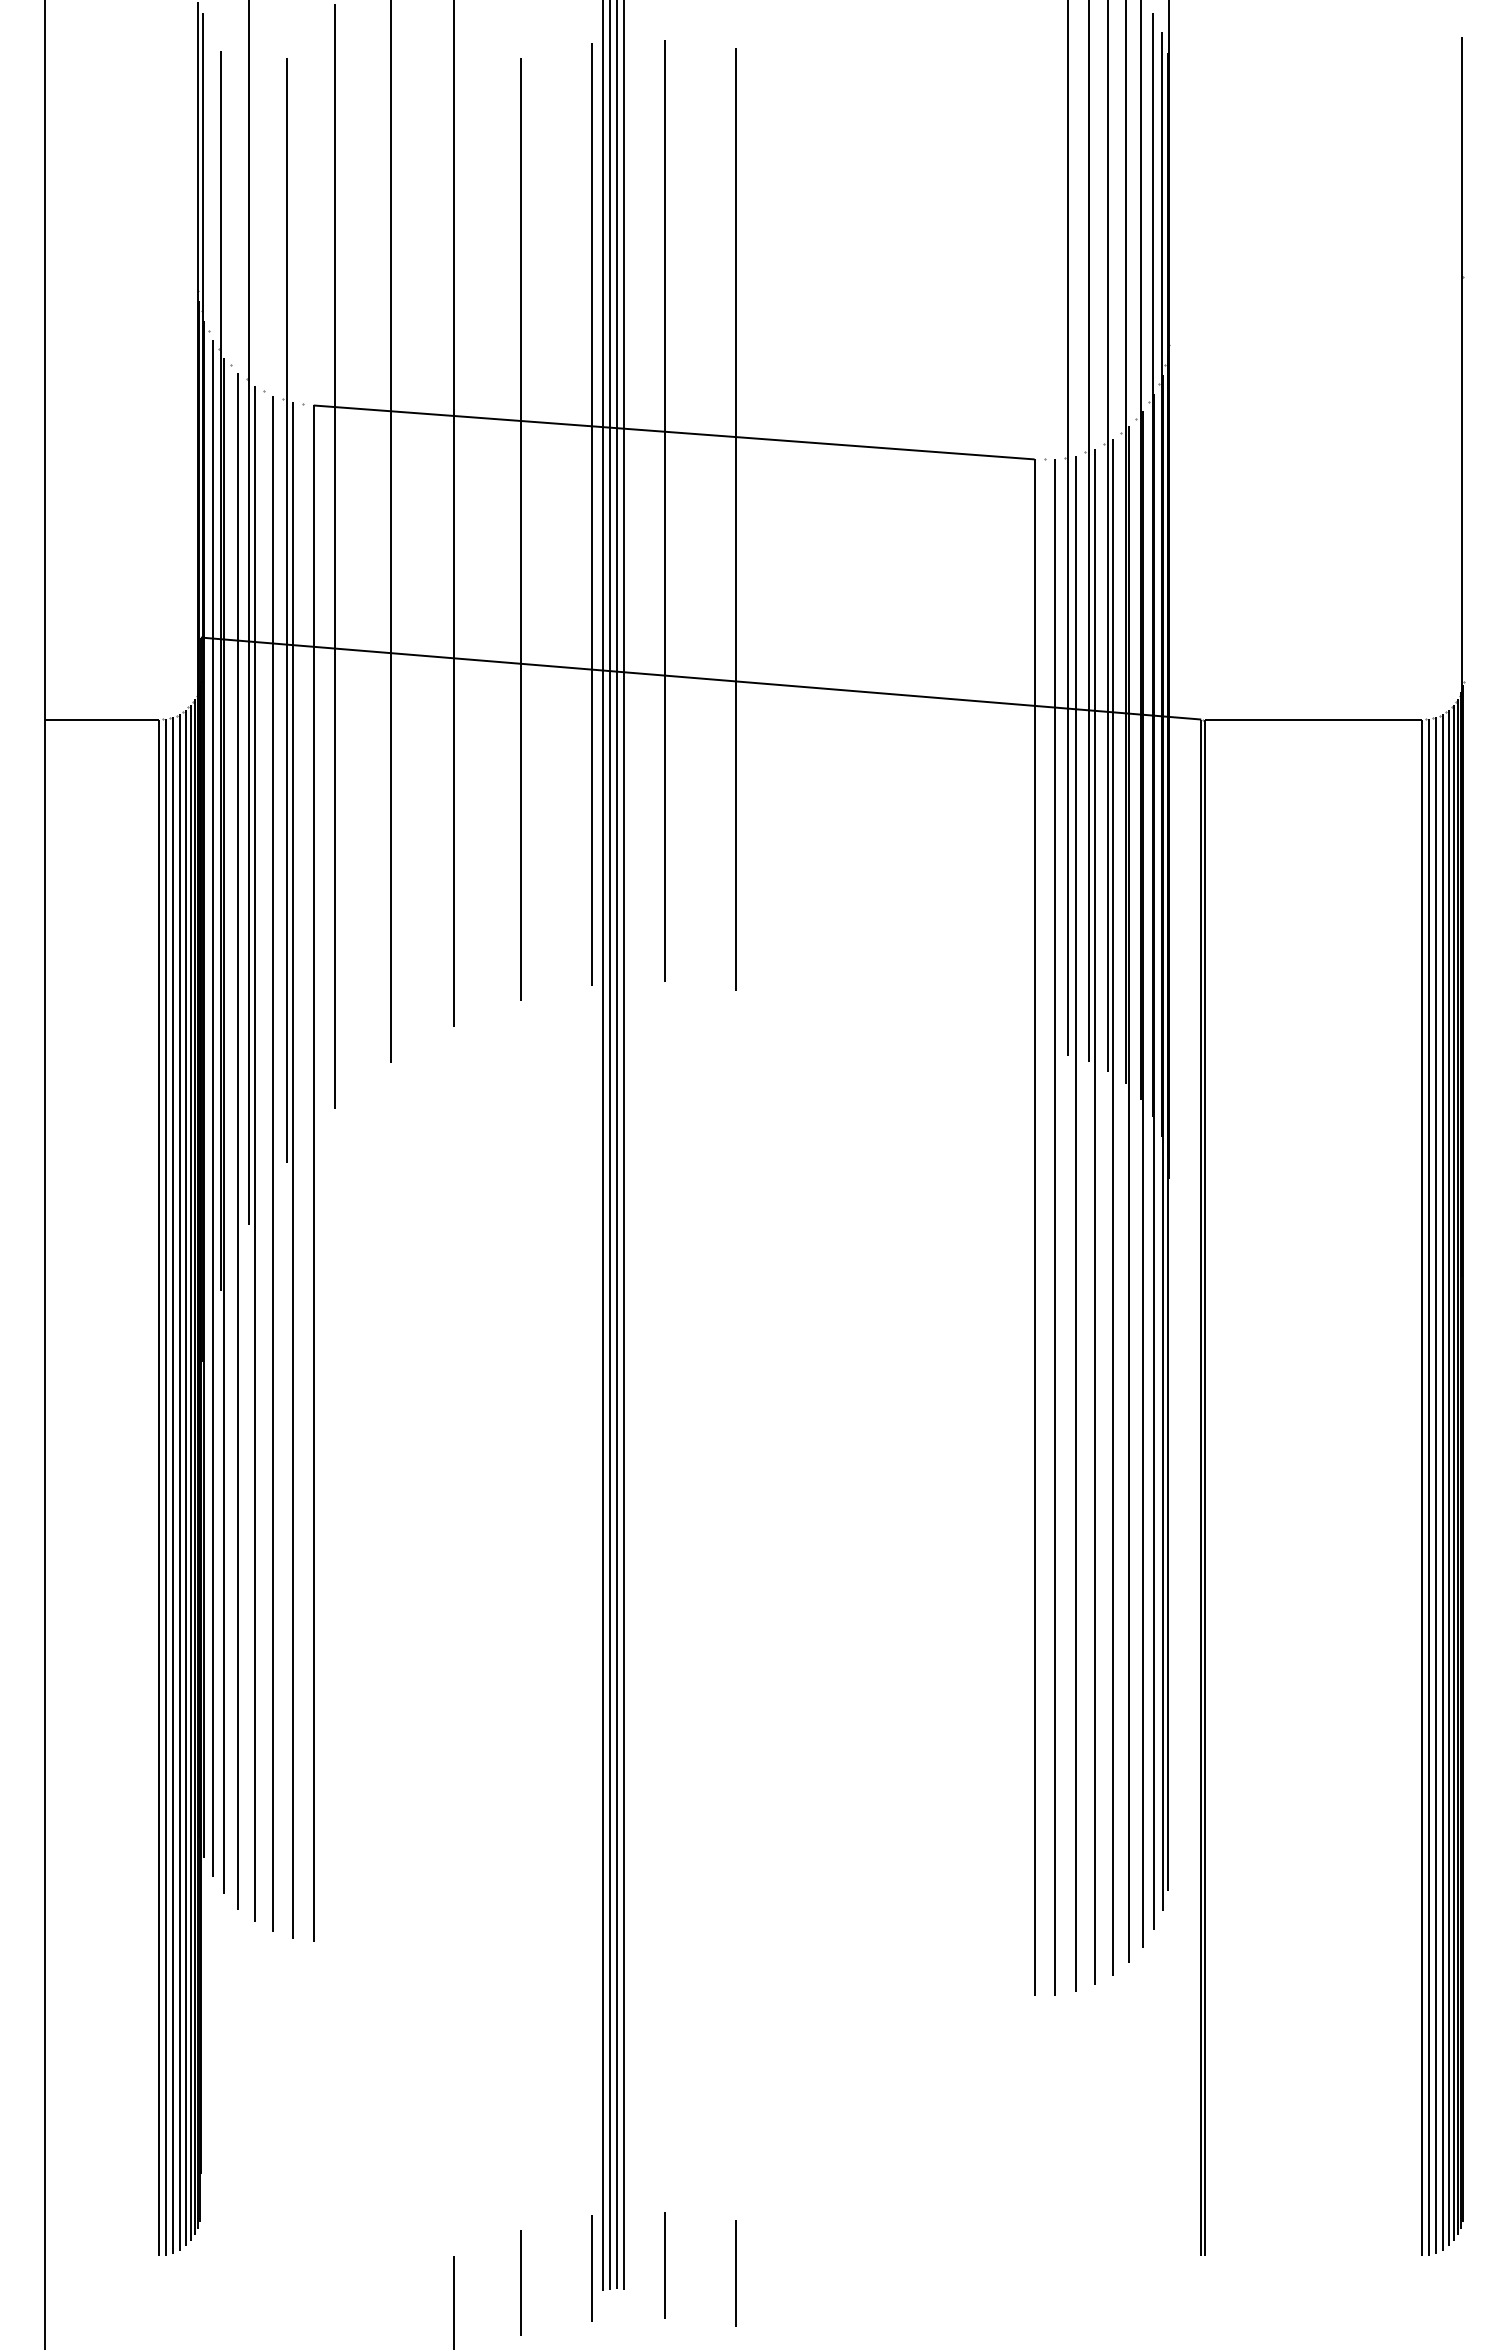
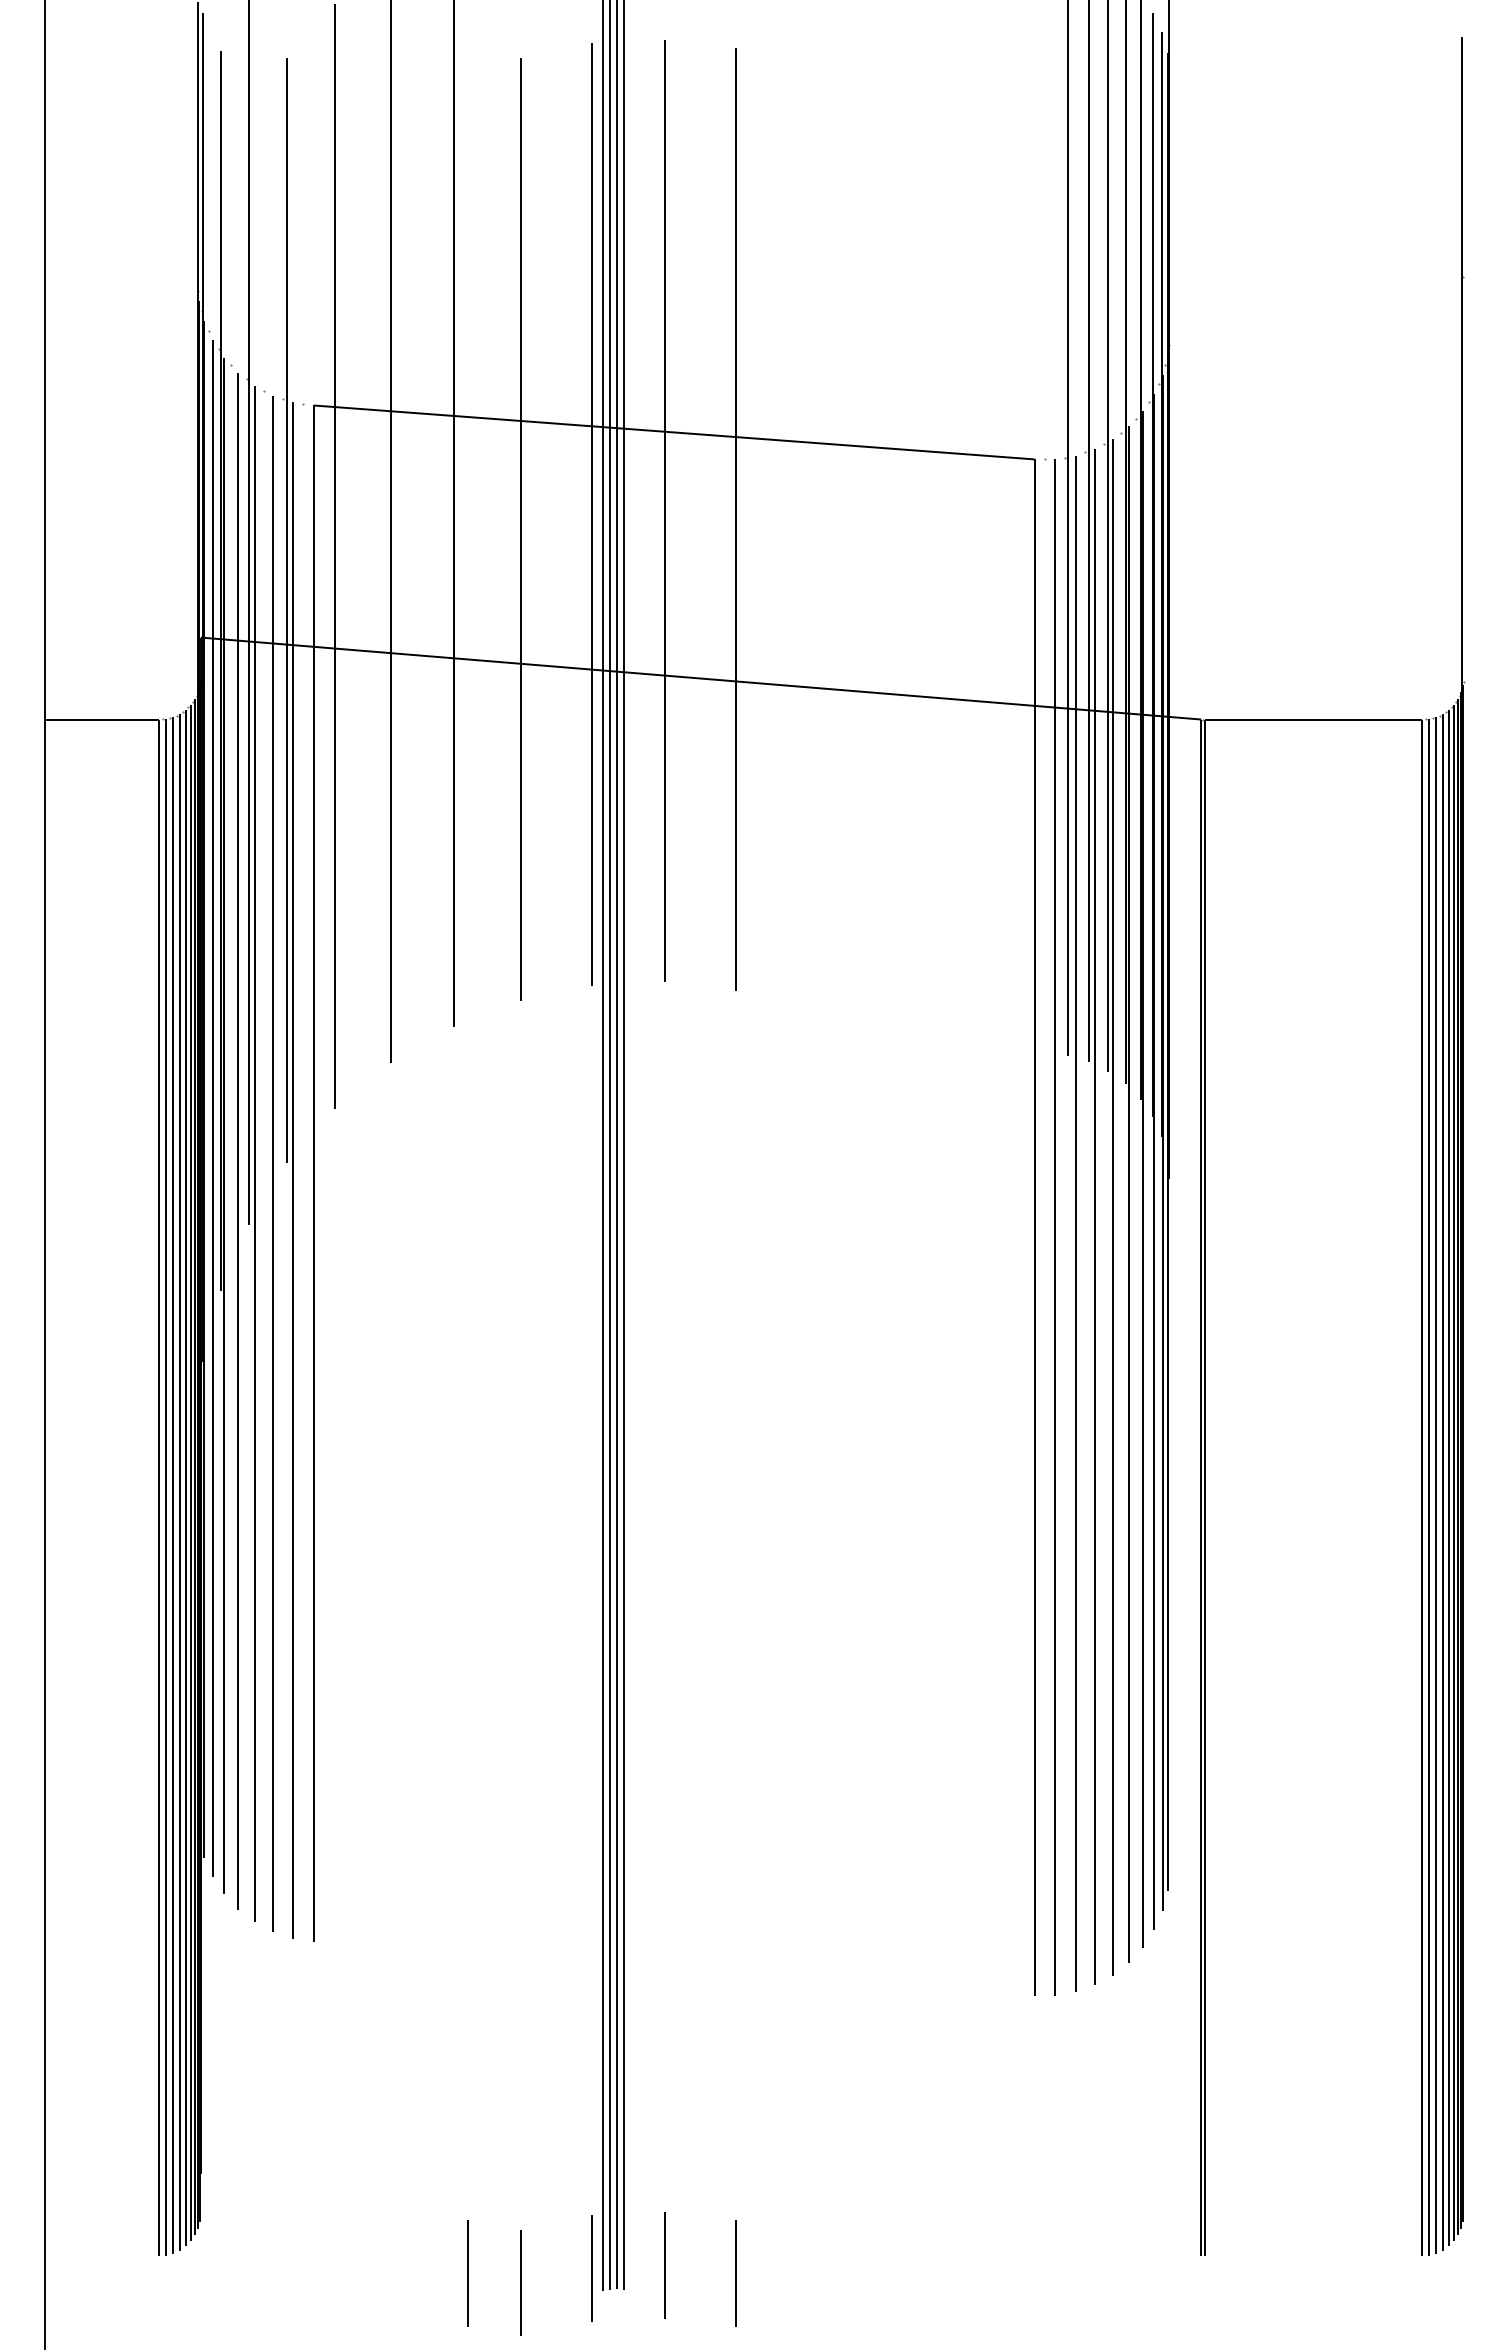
line at (467, 2273): none -> present
line at (453, 2300): present -> none
